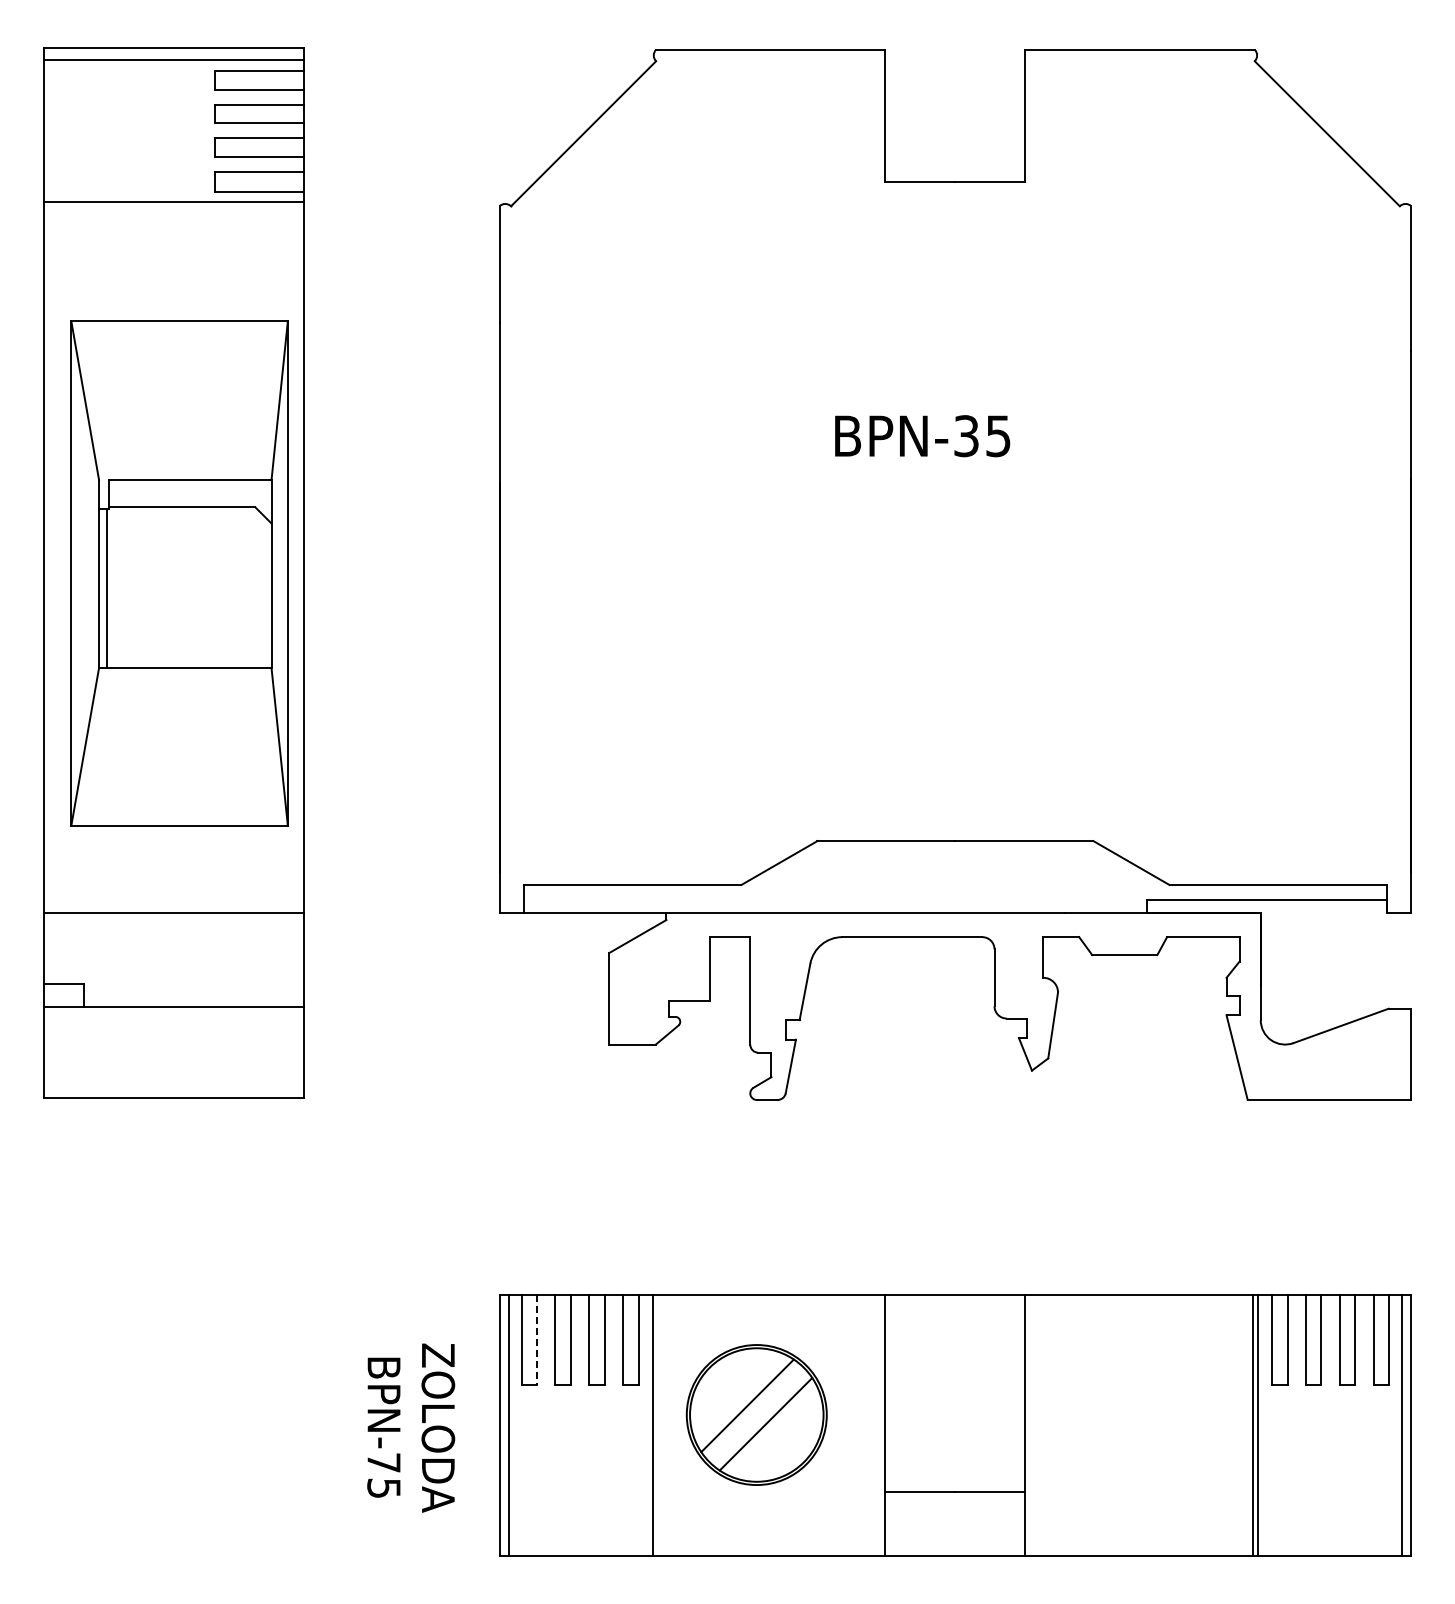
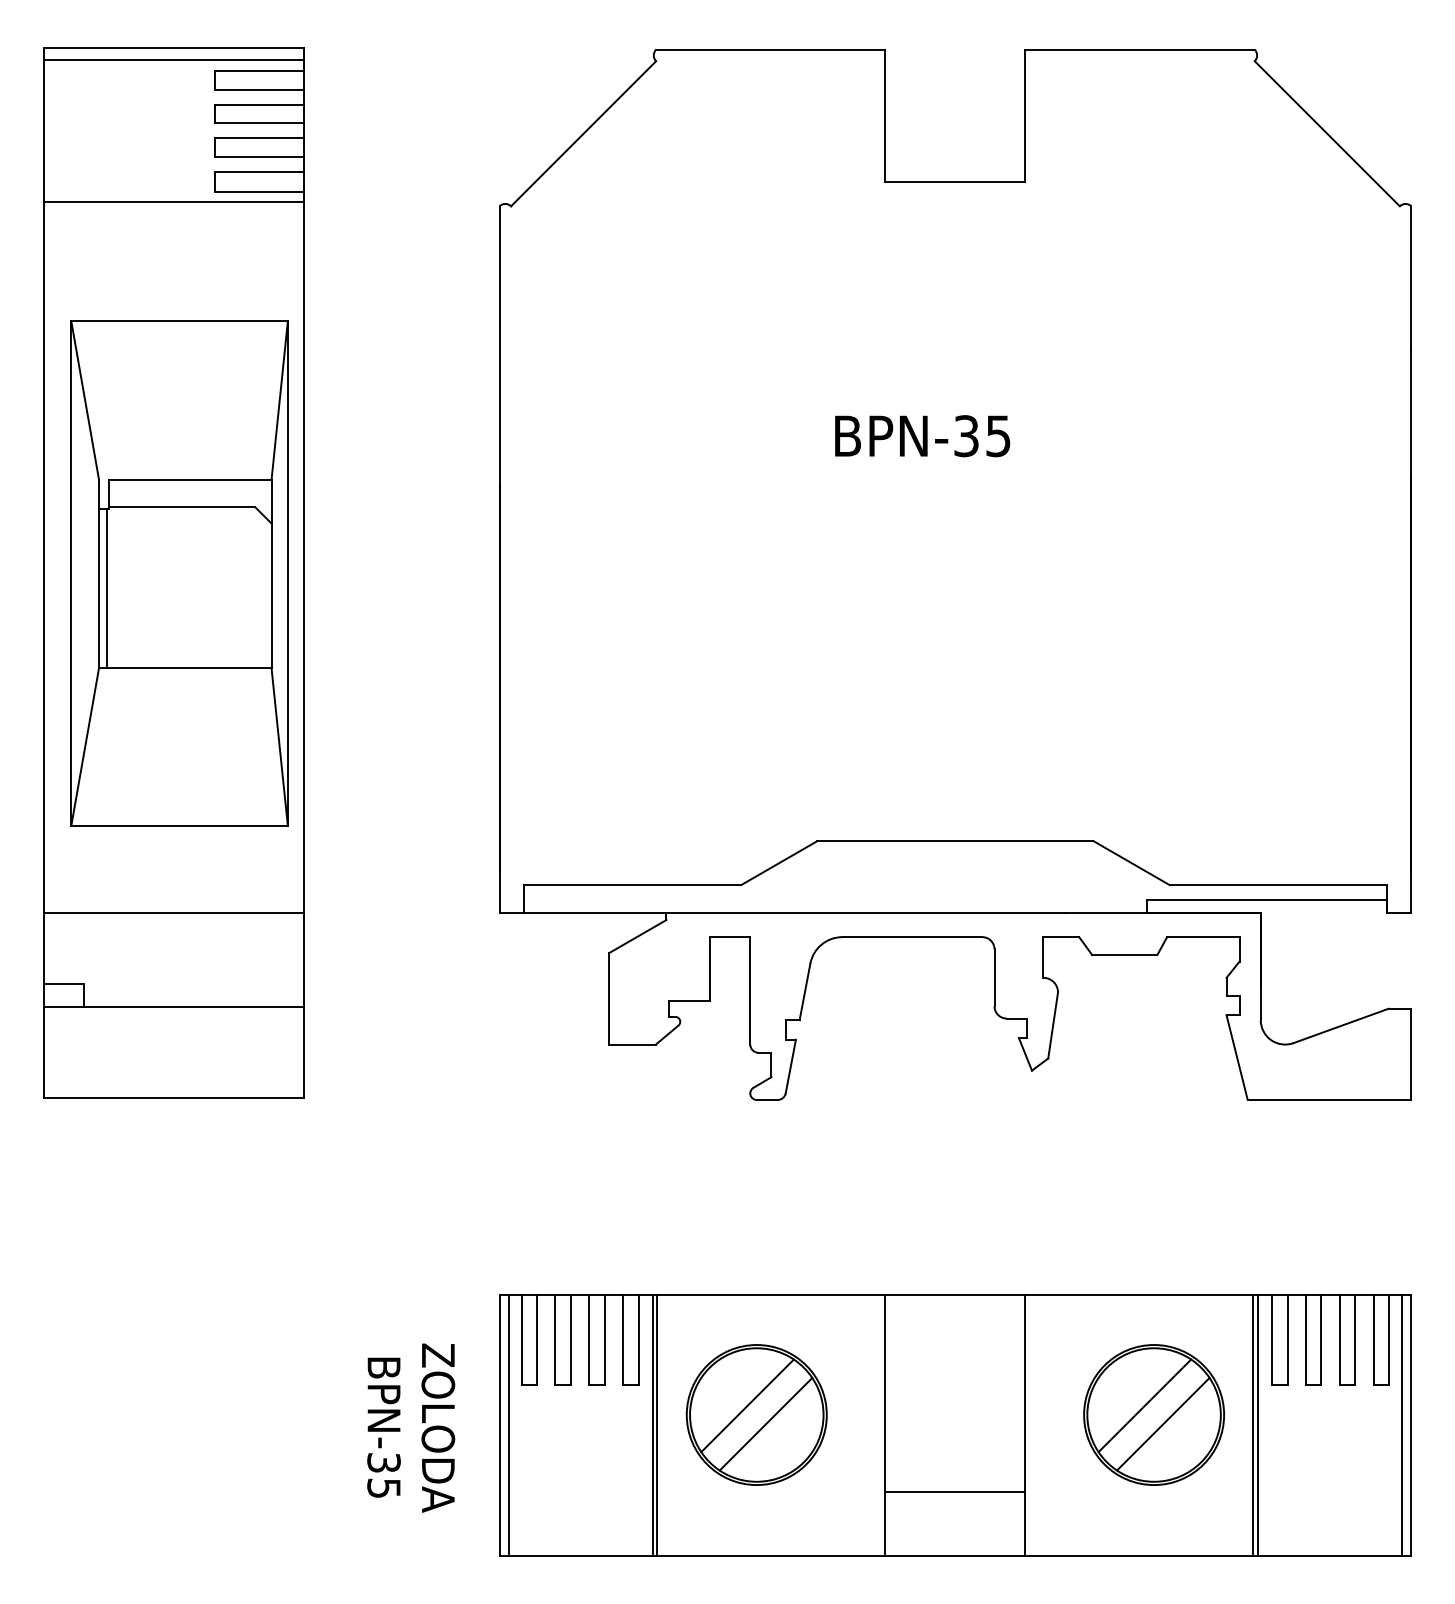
line at (537, 1340): dashed -> solid
part at (1153, 1414): none -> present
line at (657, 1425): none -> present
text at (383, 1462): BPN-75 -> BPN-35
